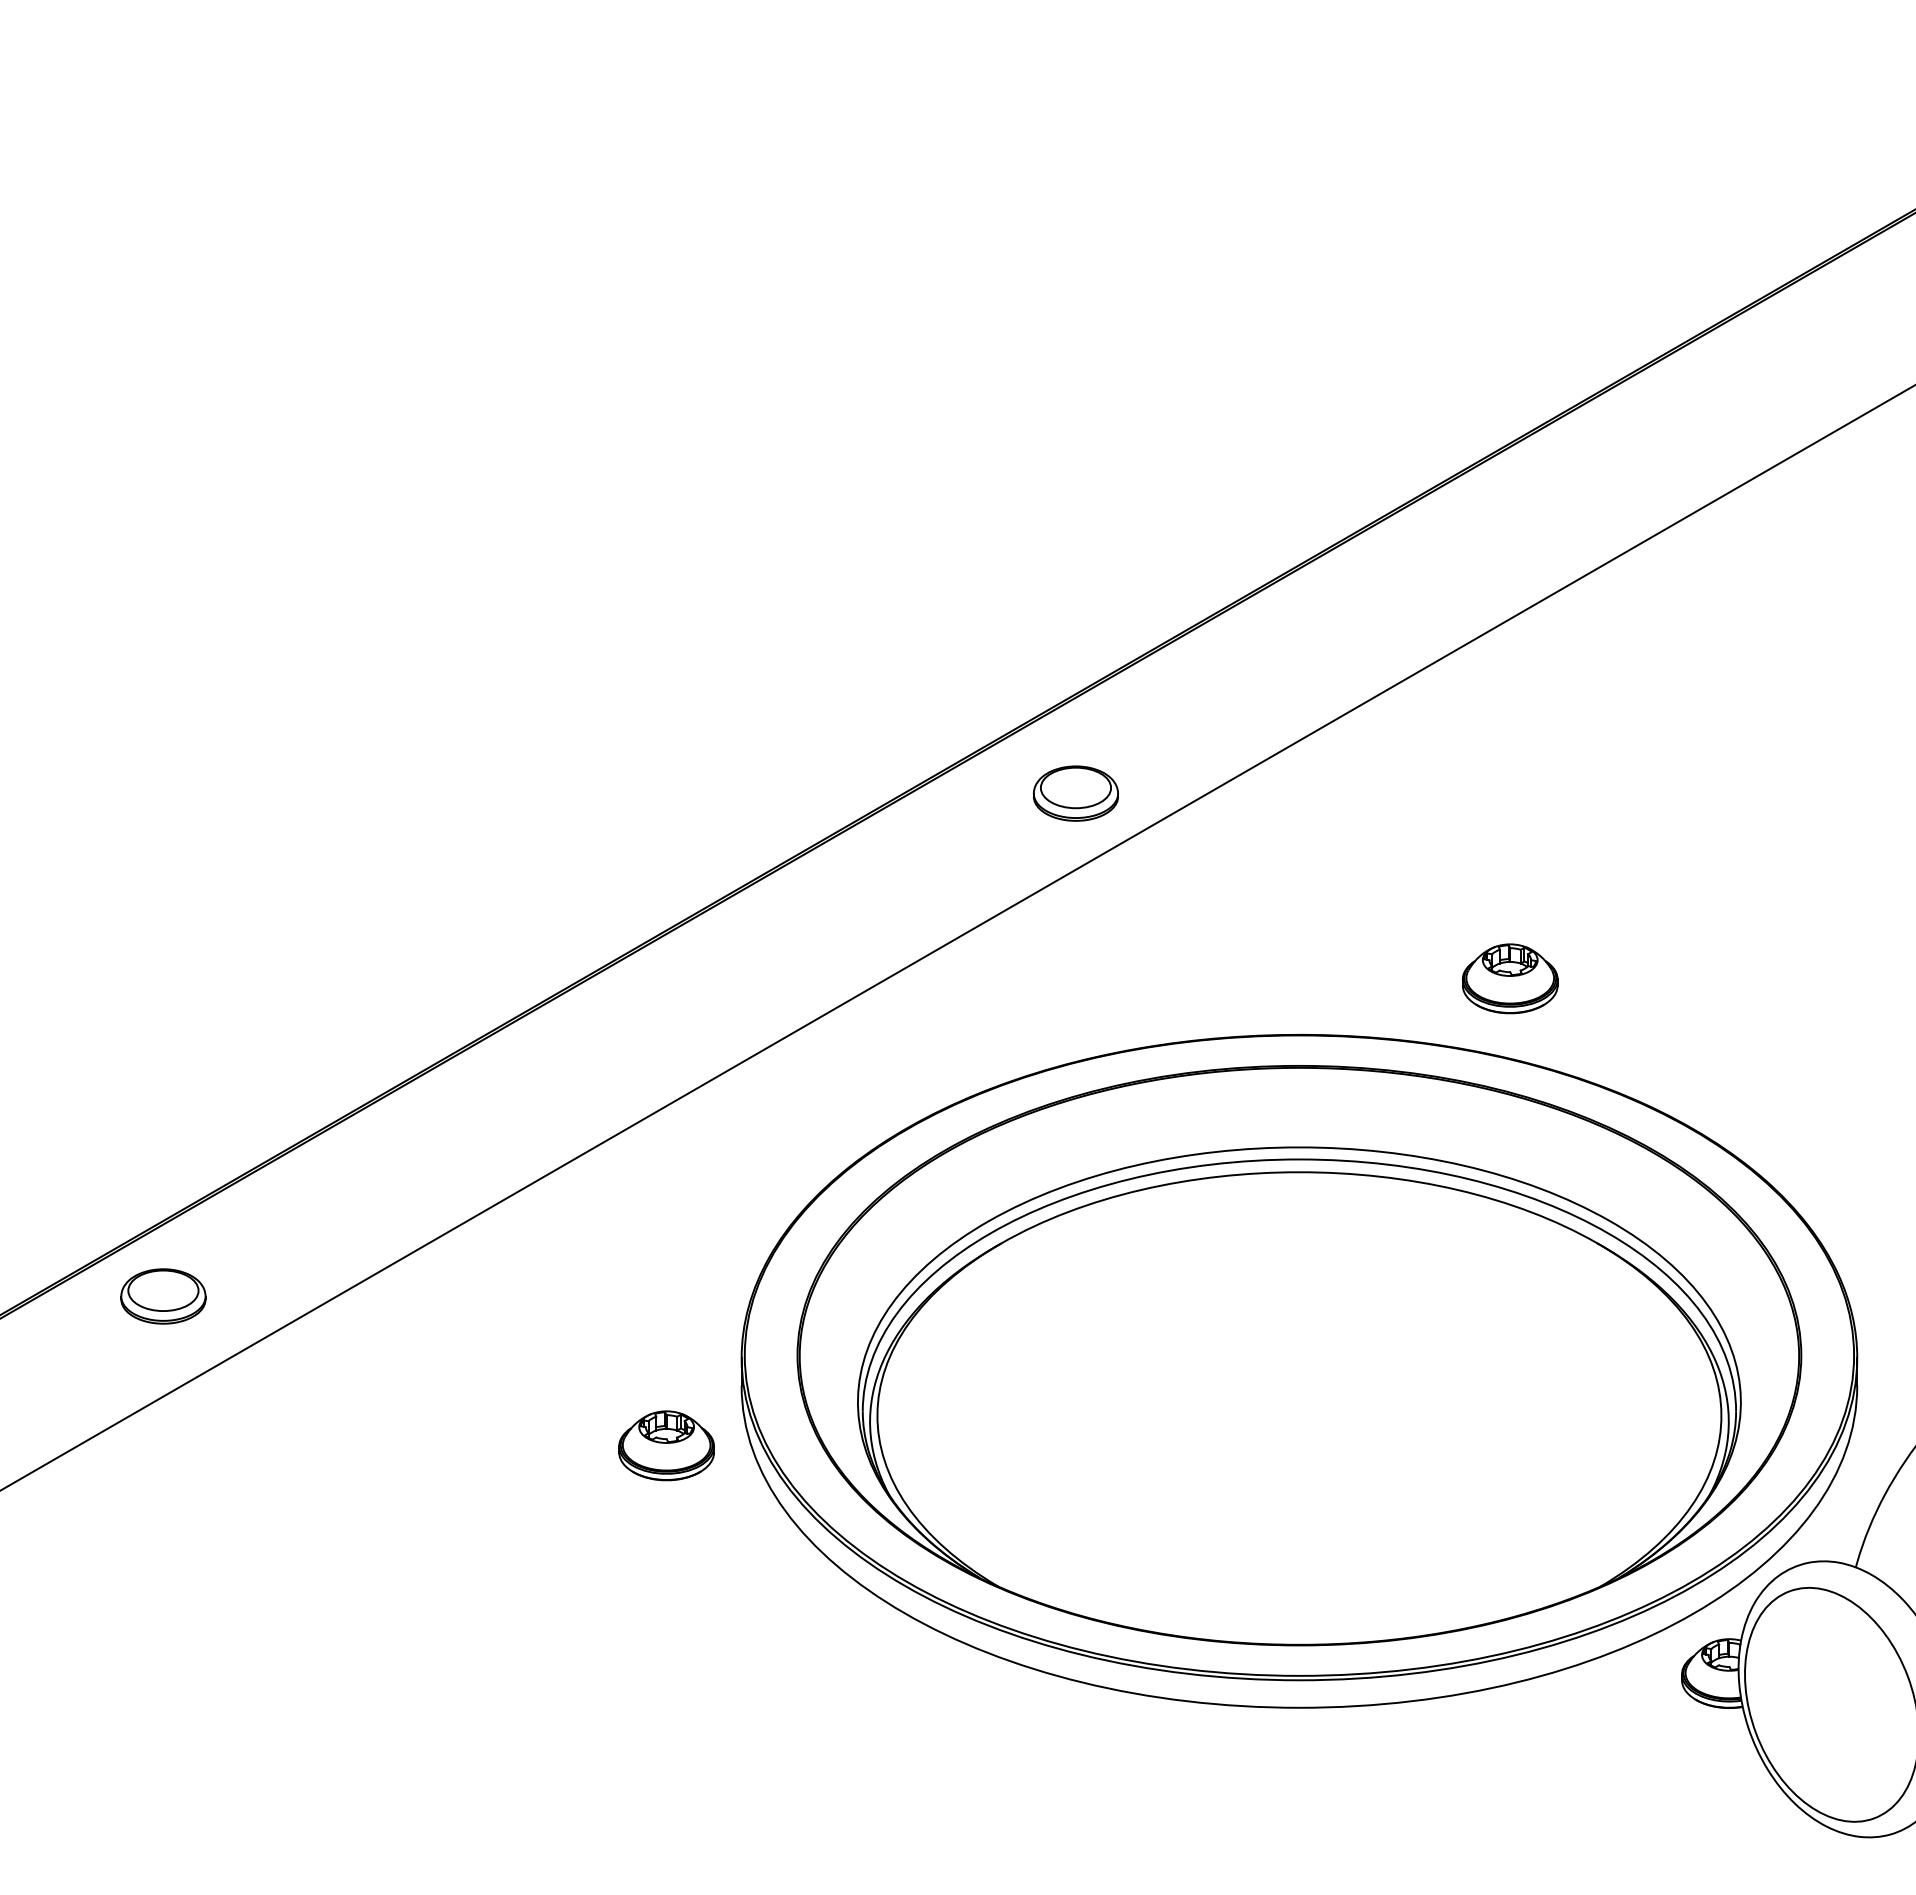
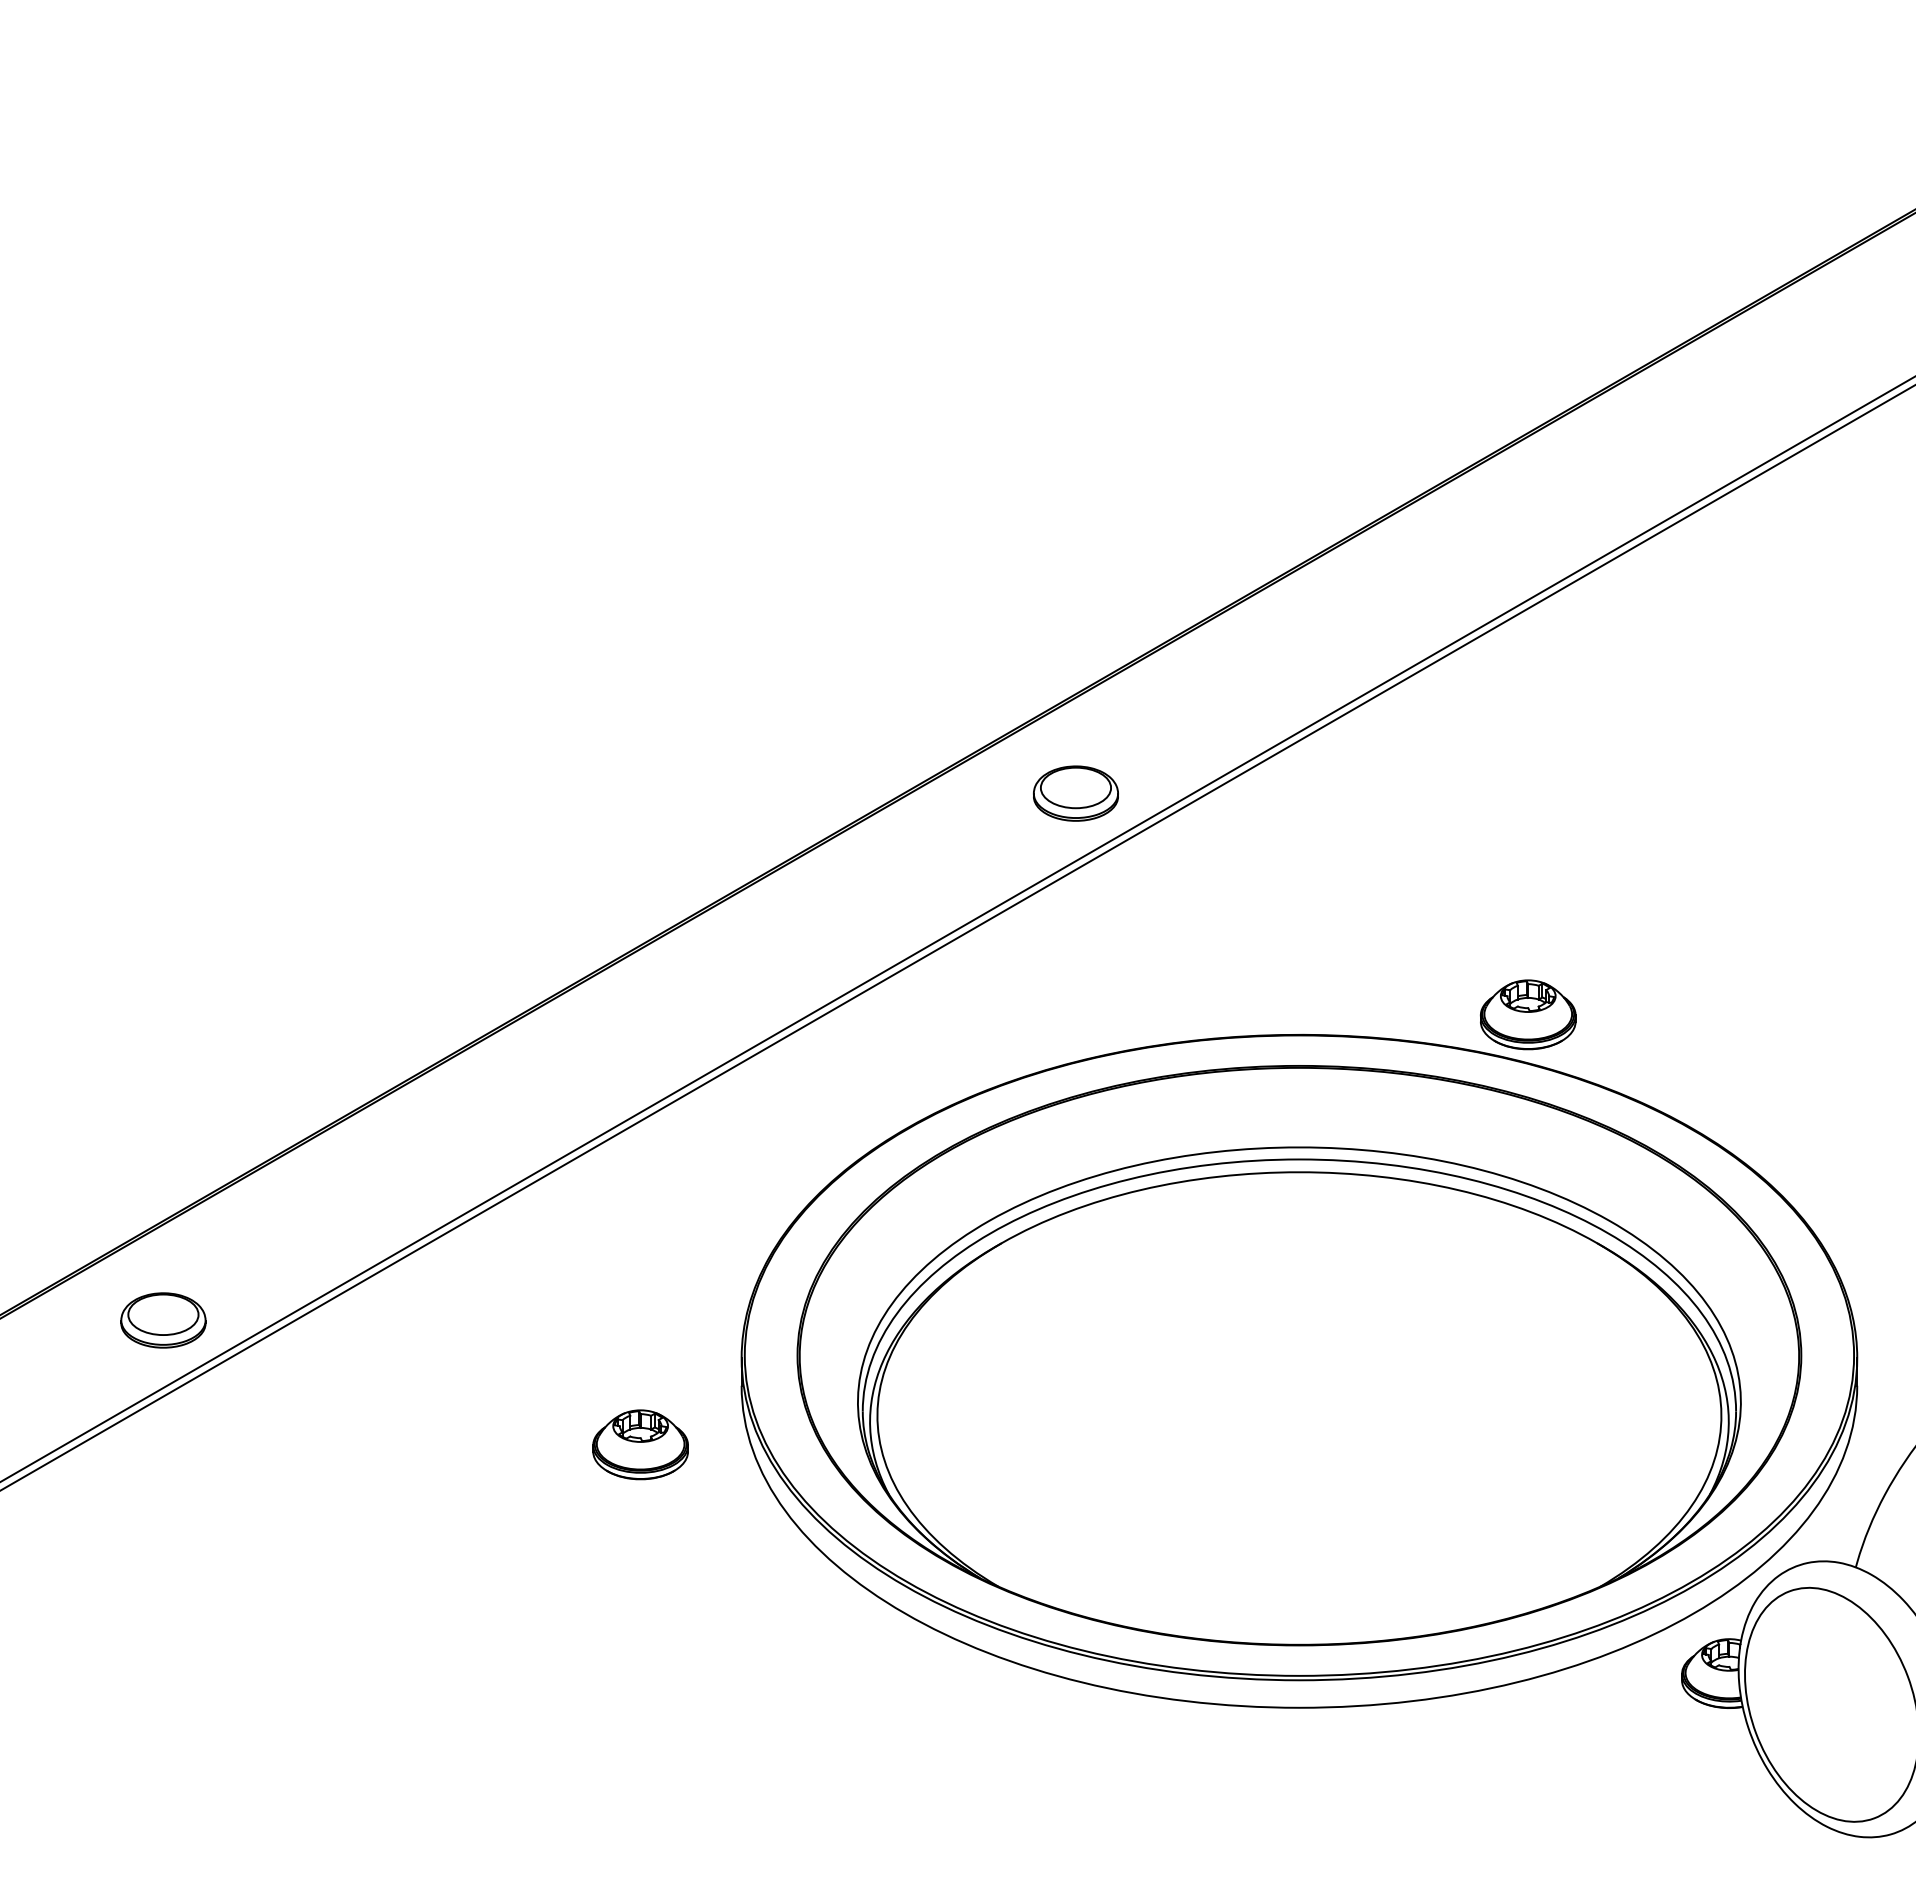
line at (957, 929): none -> present
part at (1510, 978) position: (1510, 978) -> (1528, 1014)
part at (163, 1296) position: (163, 1296) -> (163, 1320)
part at (666, 1445) position: (666, 1445) -> (640, 1444)
